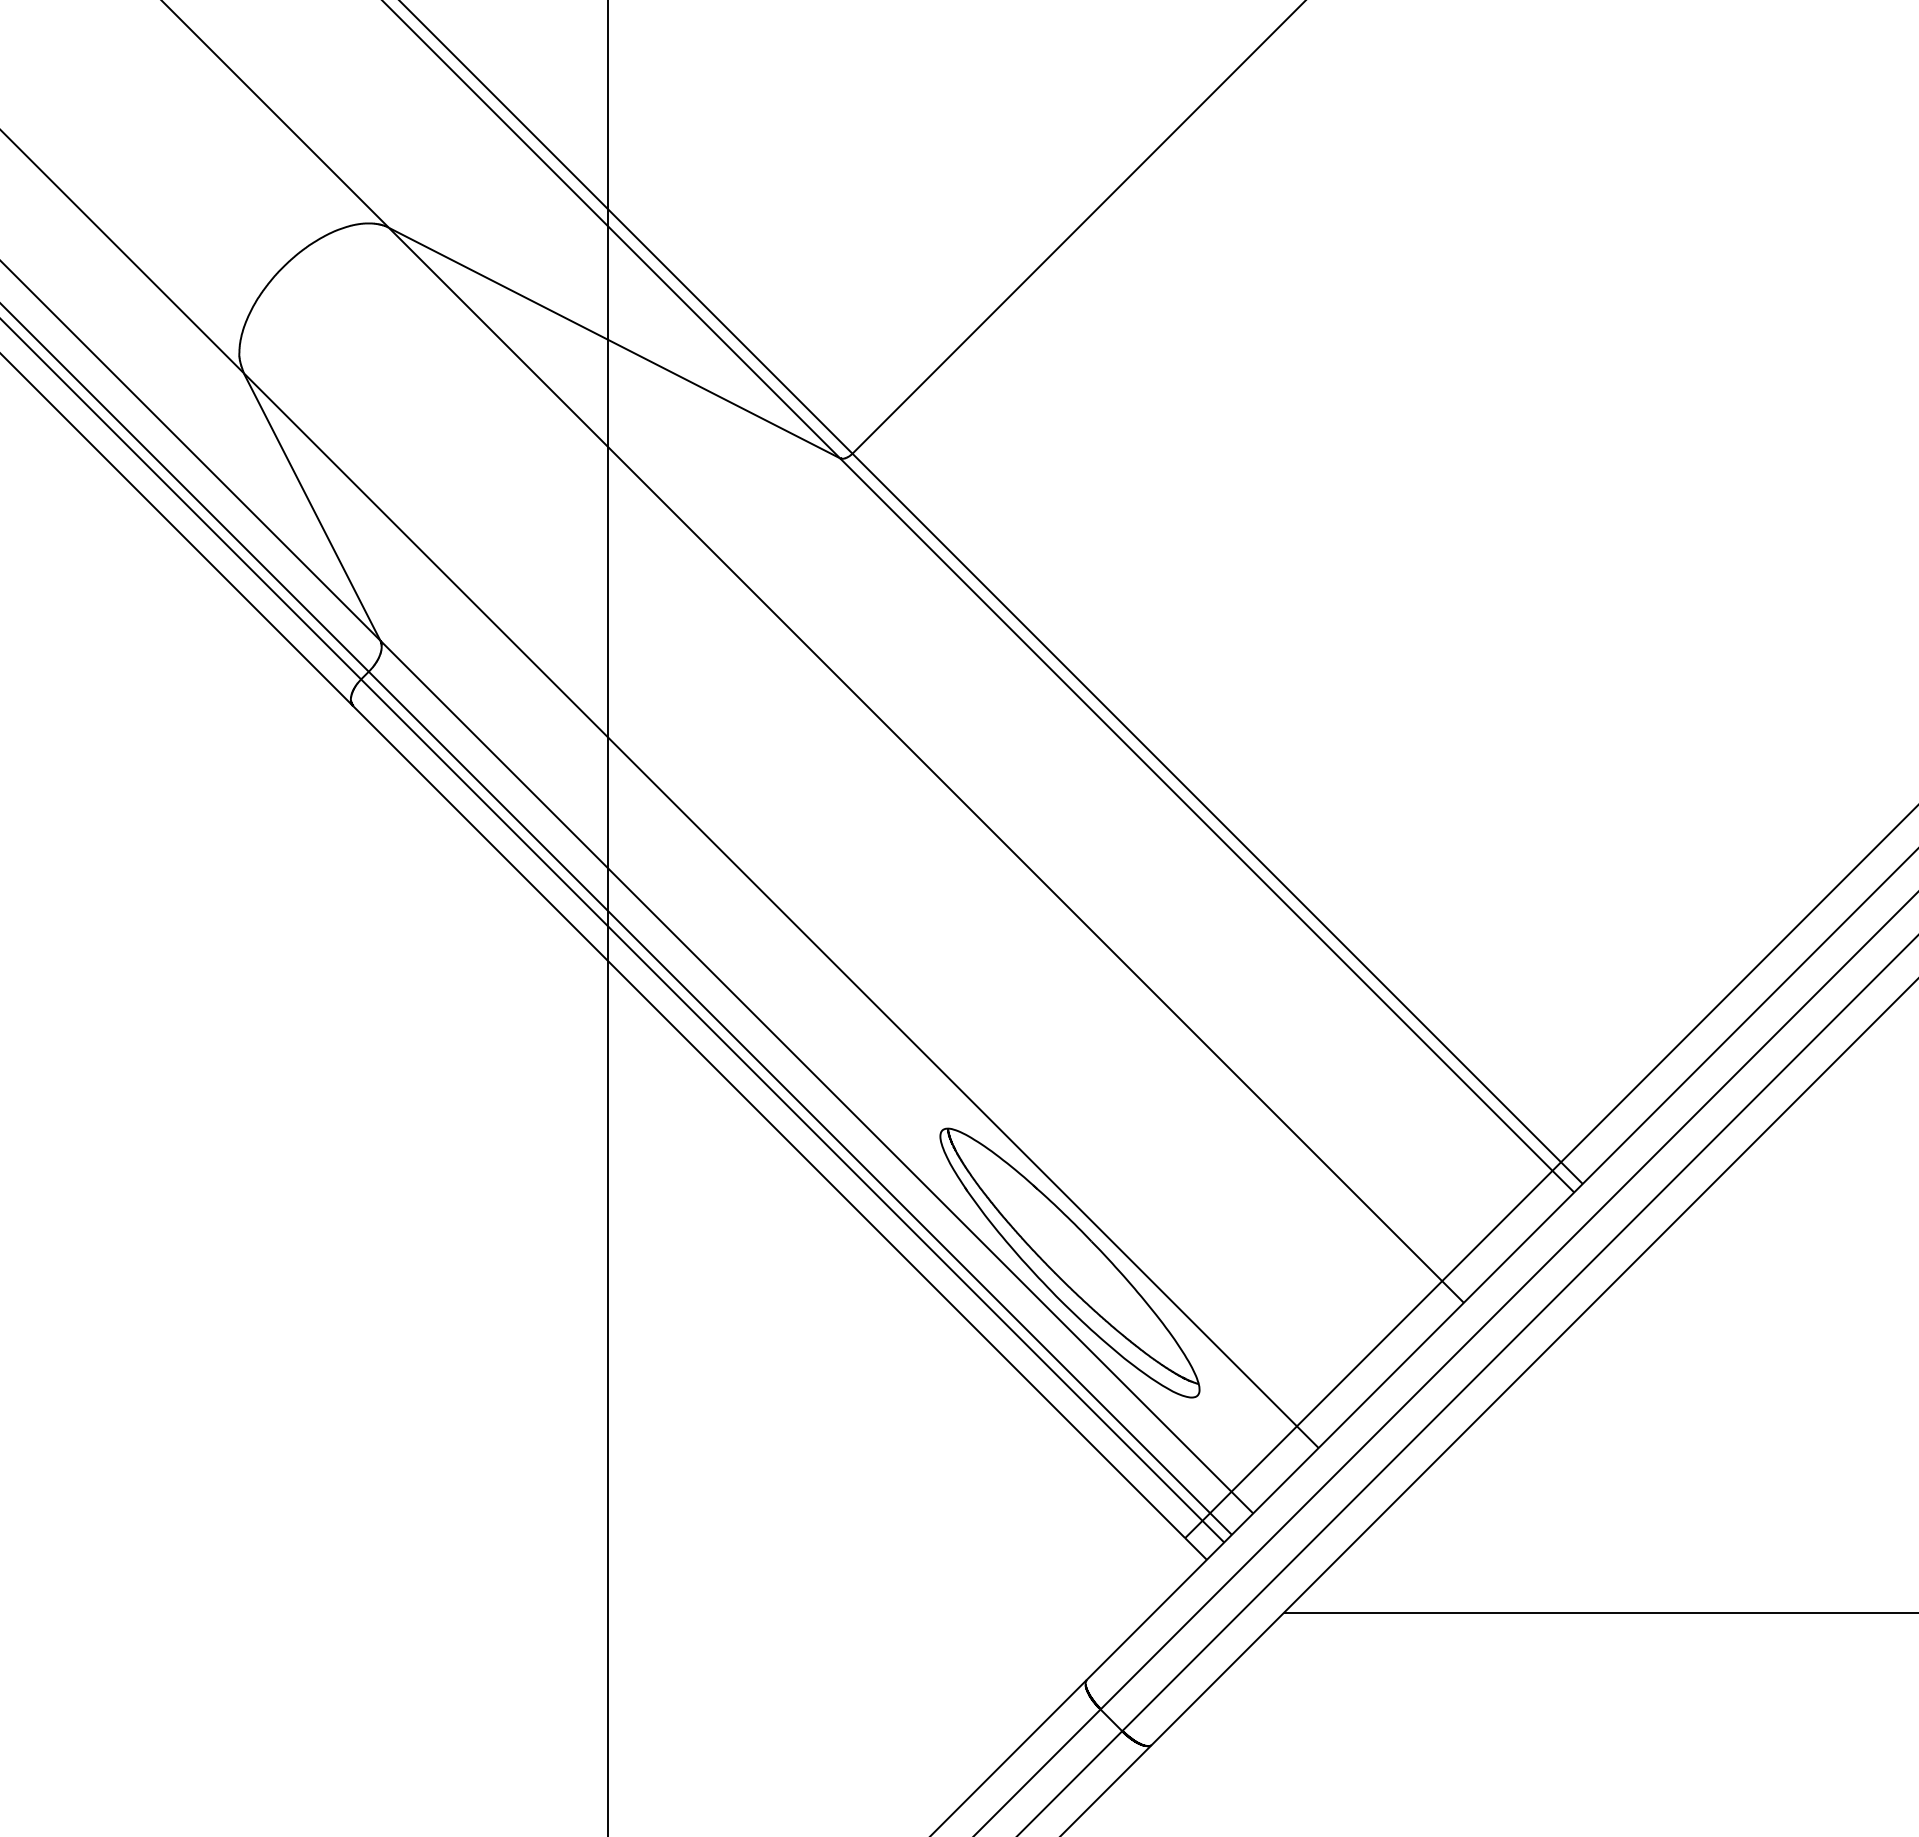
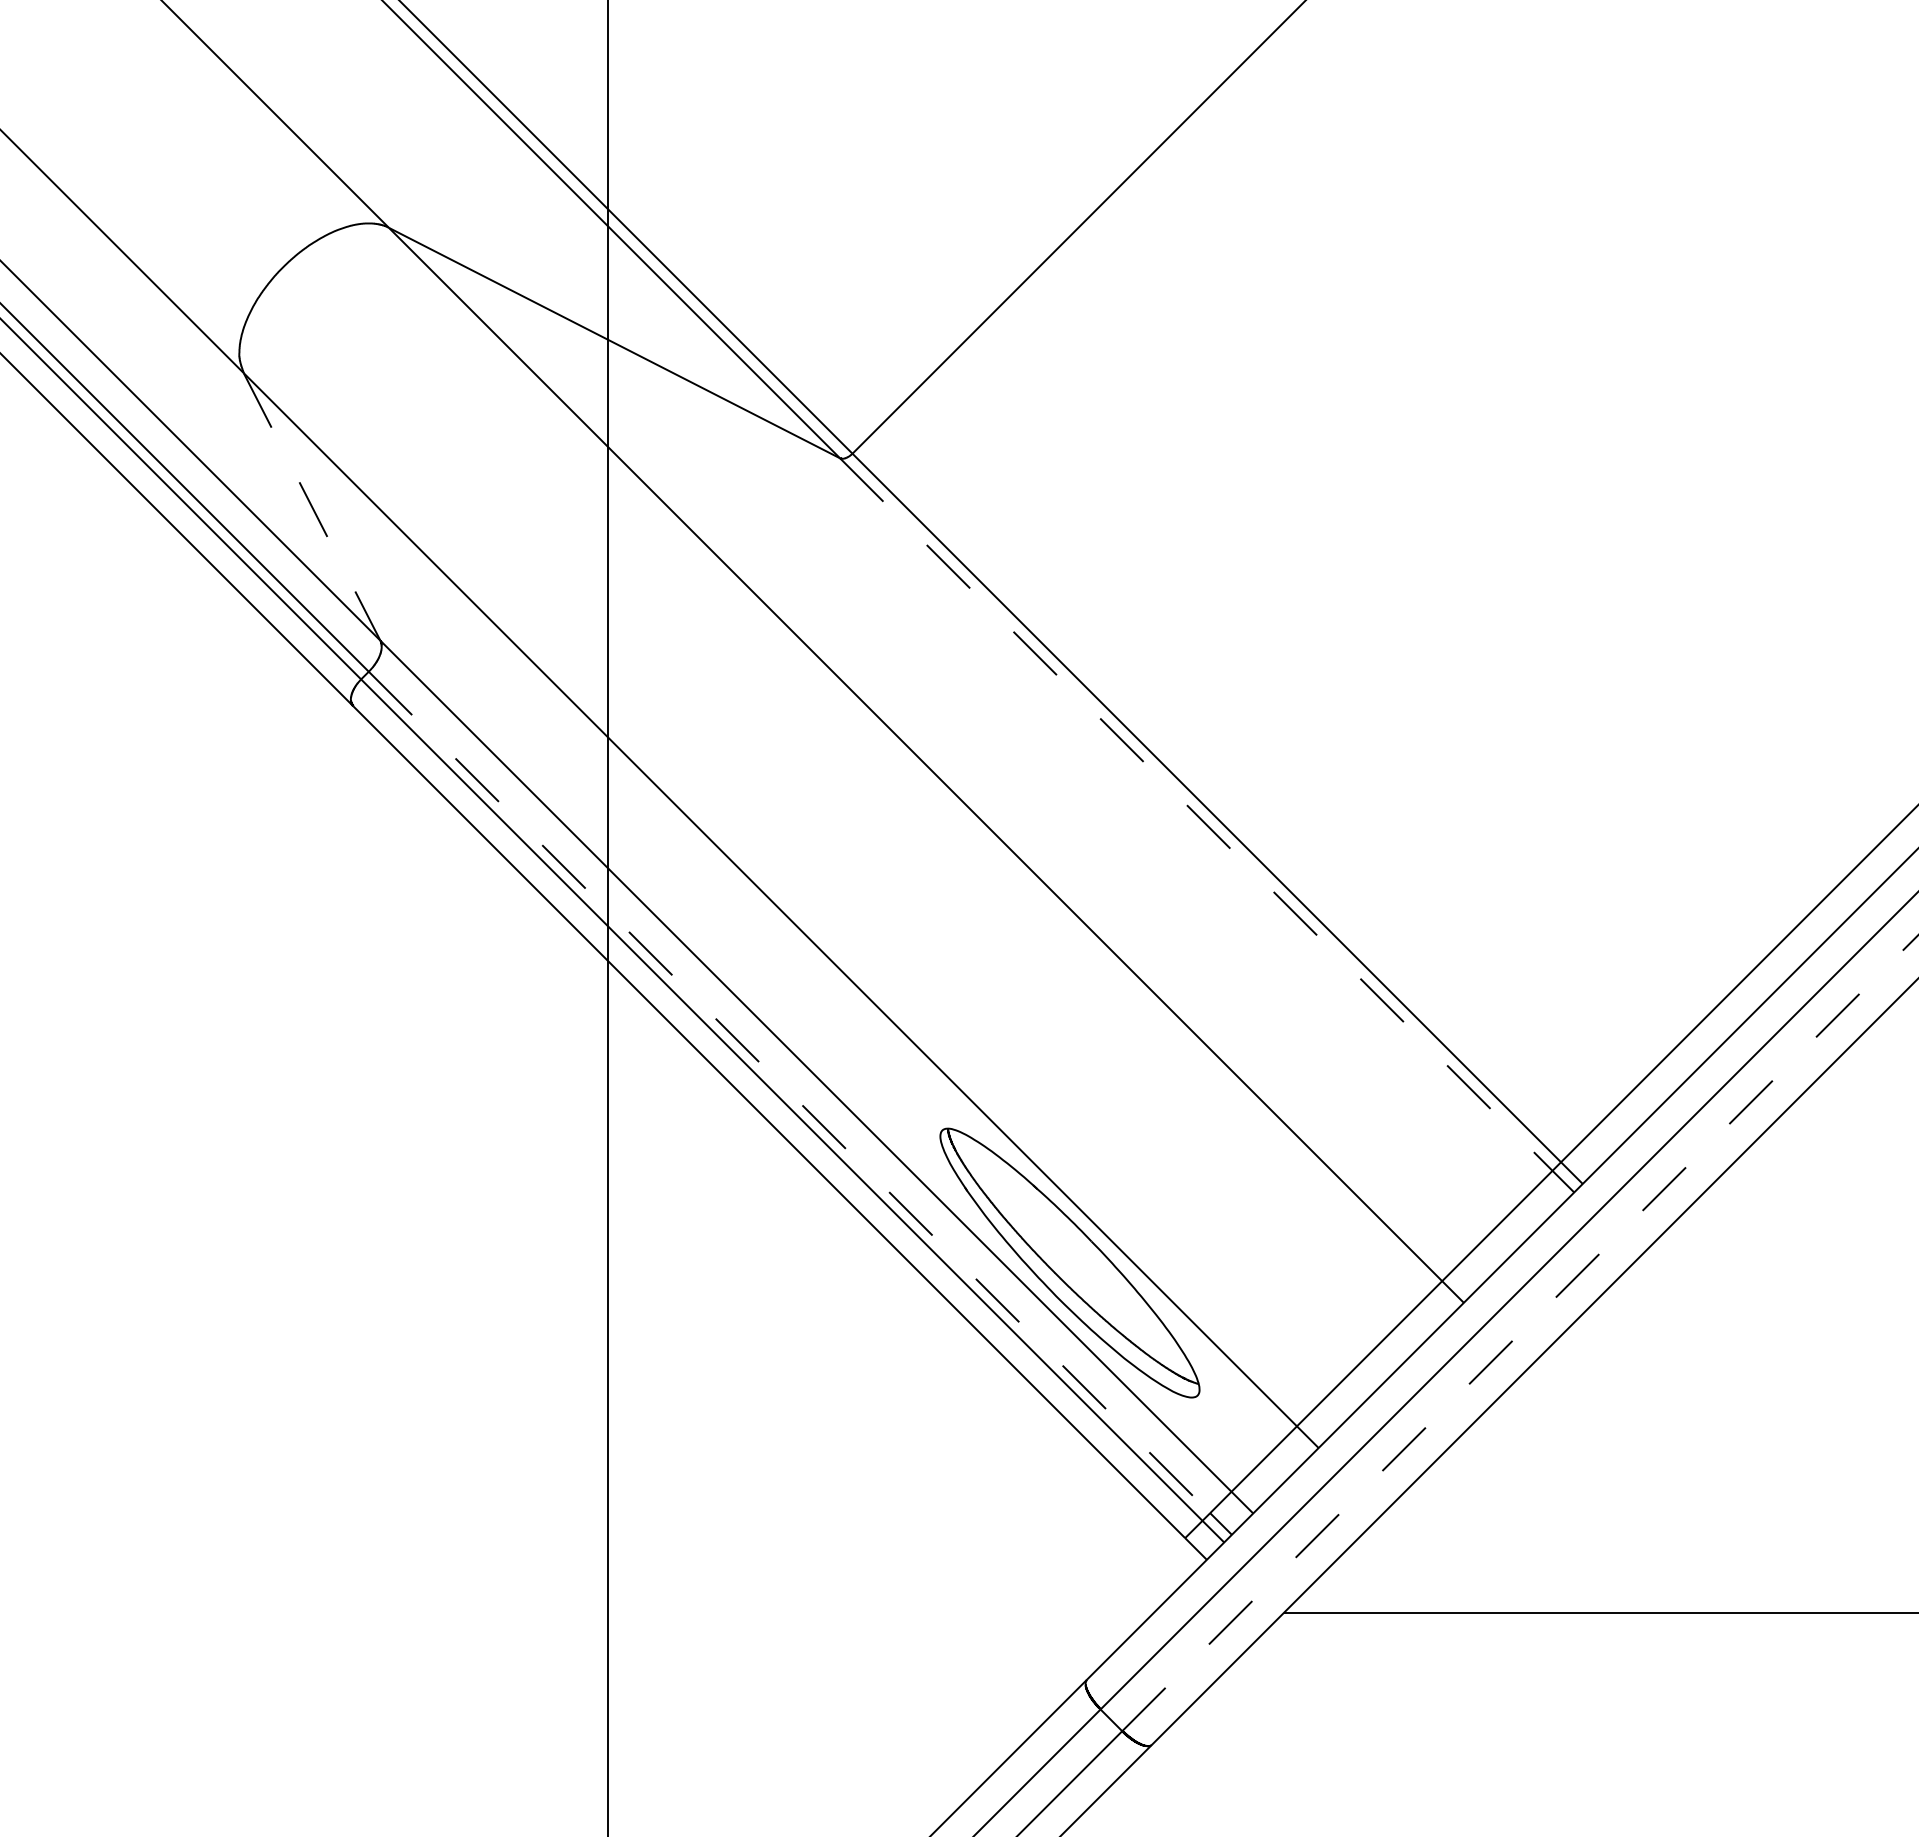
line at (312, 507): solid -> dashed
line at (1196, 814): solid -> dashed
line at (789, 1092): solid -> dashed
line at (1520, 1333): solid -> dashed
